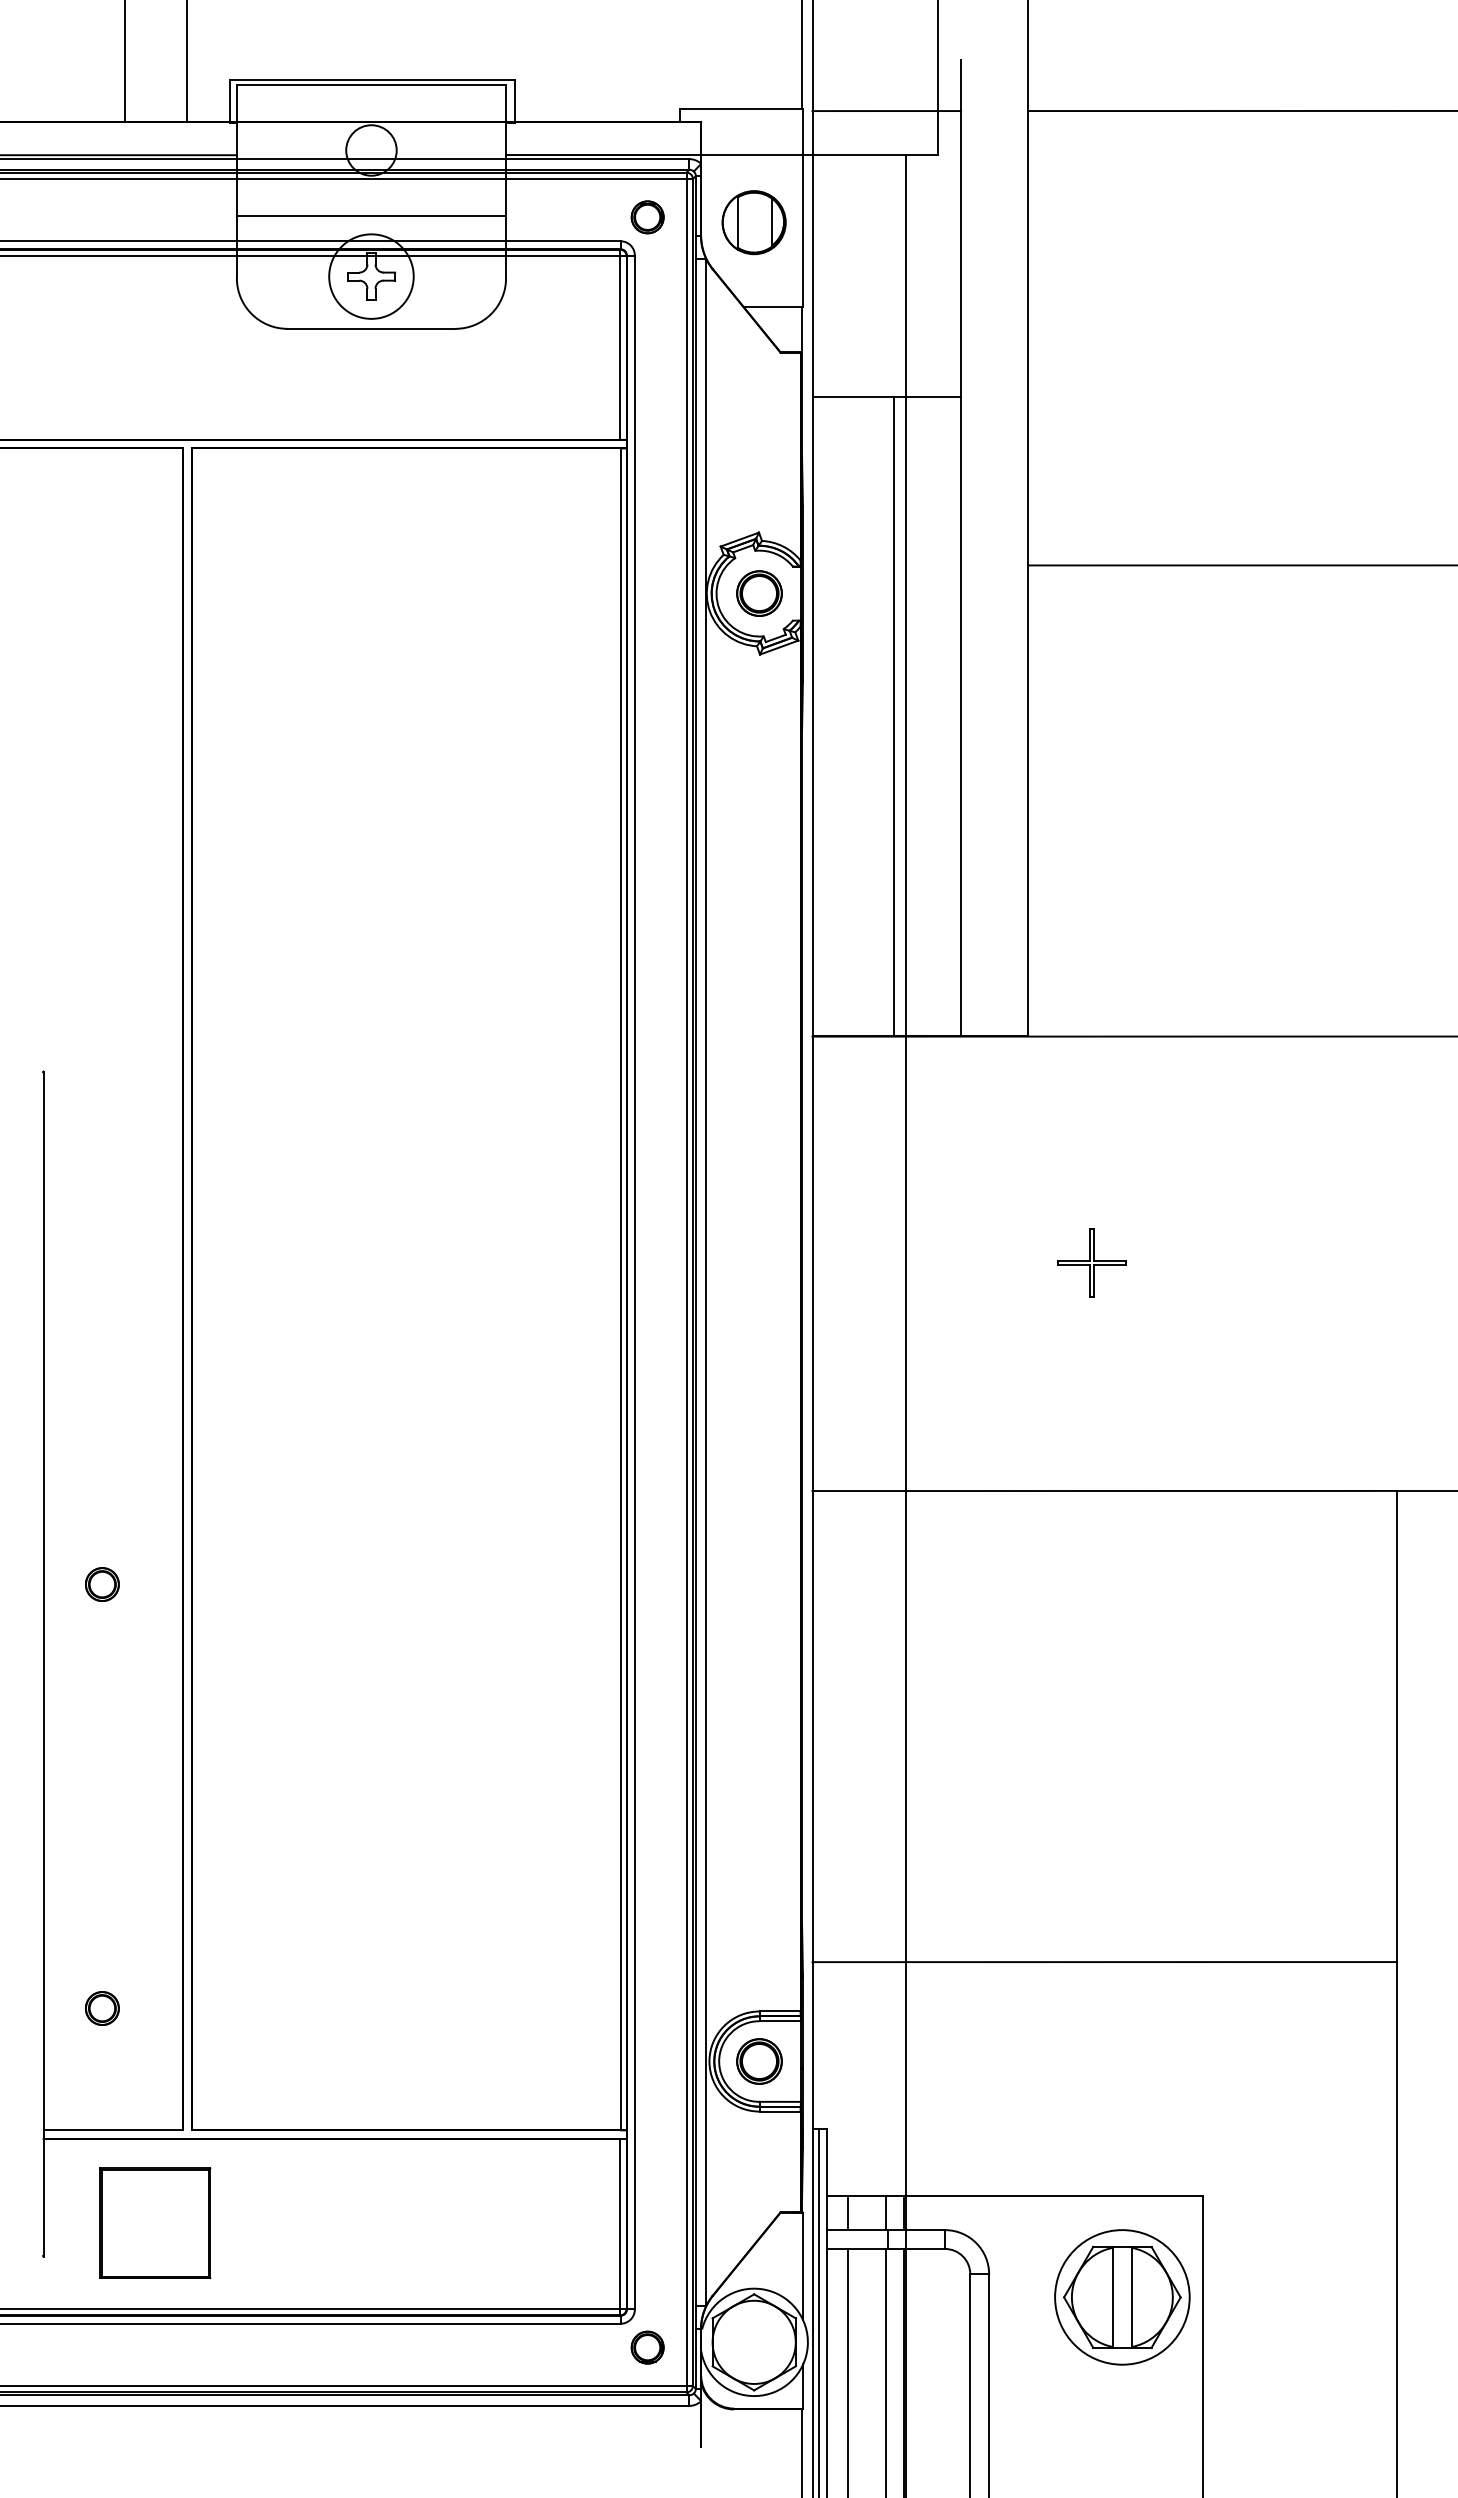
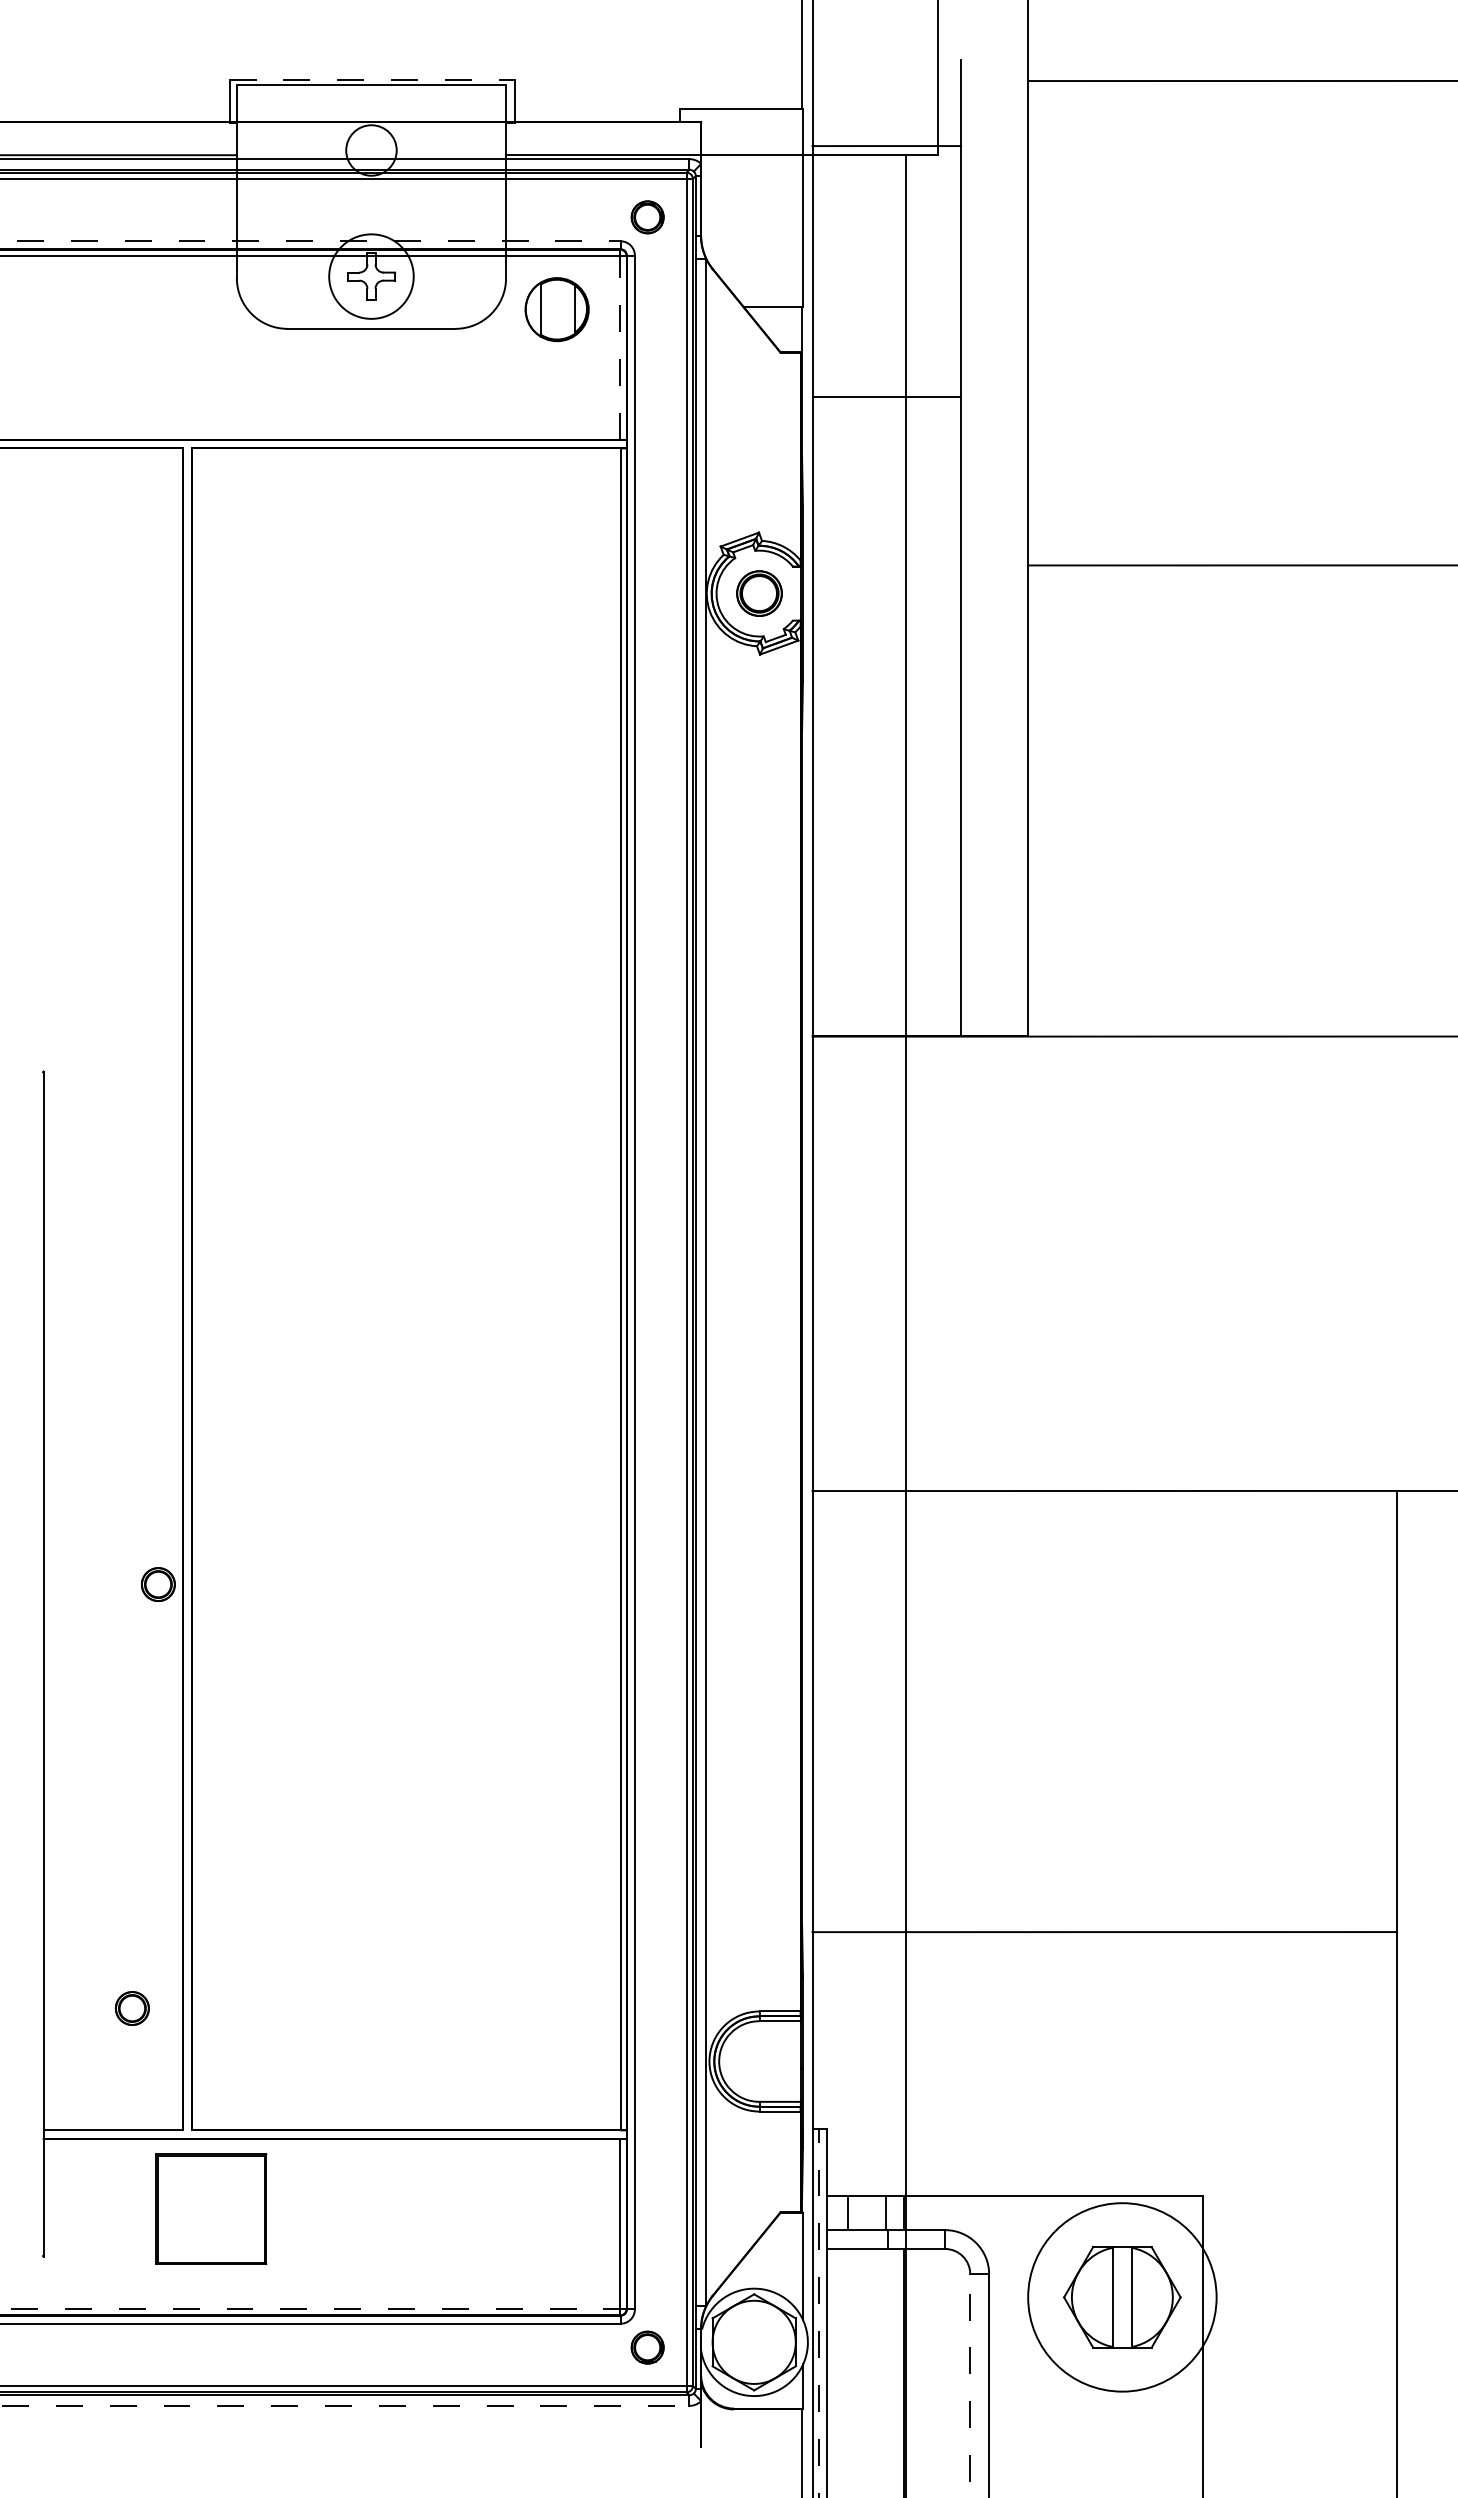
line at (125, 61): present -> none
line at (186, 61): present -> none
line at (372, 79): solid -> dashed
line at (1241, 110) position: (1241, 110) -> (1241, 80)
line at (886, 111) position: (886, 111) -> (886, 146)
line at (371, 216): present -> none
part at (753, 222) position: (753, 222) -> (556, 309)
line at (310, 241): solid -> dashed
line at (620, 344): solid -> dashed
line at (893, 715): present -> none
part at (1091, 1262): present -> none
part at (102, 1584) position: (102, 1584) -> (158, 1584)
line at (1104, 1962) position: (1104, 1962) -> (1104, 1932)
part at (102, 2008) position: (102, 2008) -> (132, 2008)
part at (759, 2061): present -> none
part at (155, 2223) position: (155, 2223) -> (211, 2209)
circle at (1122, 2297) diameter: 135 px -> 188 px
line at (313, 2309): solid -> dashed
line at (818, 2313): solid -> dashed
line at (847, 2371): present -> none
line at (885, 2371): present -> none
line at (970, 2385): solid -> dashed
line at (345, 2405): solid -> dashed
